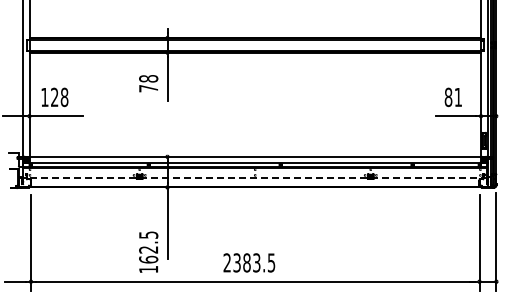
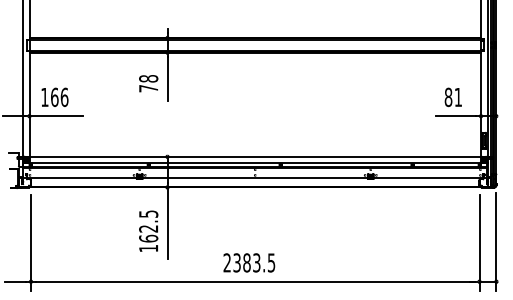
text at (59, 96): 128 -> 166
line at (255, 177): dashed -> solid
text at (148, 251) position: (148, 251) -> (148, 230)
